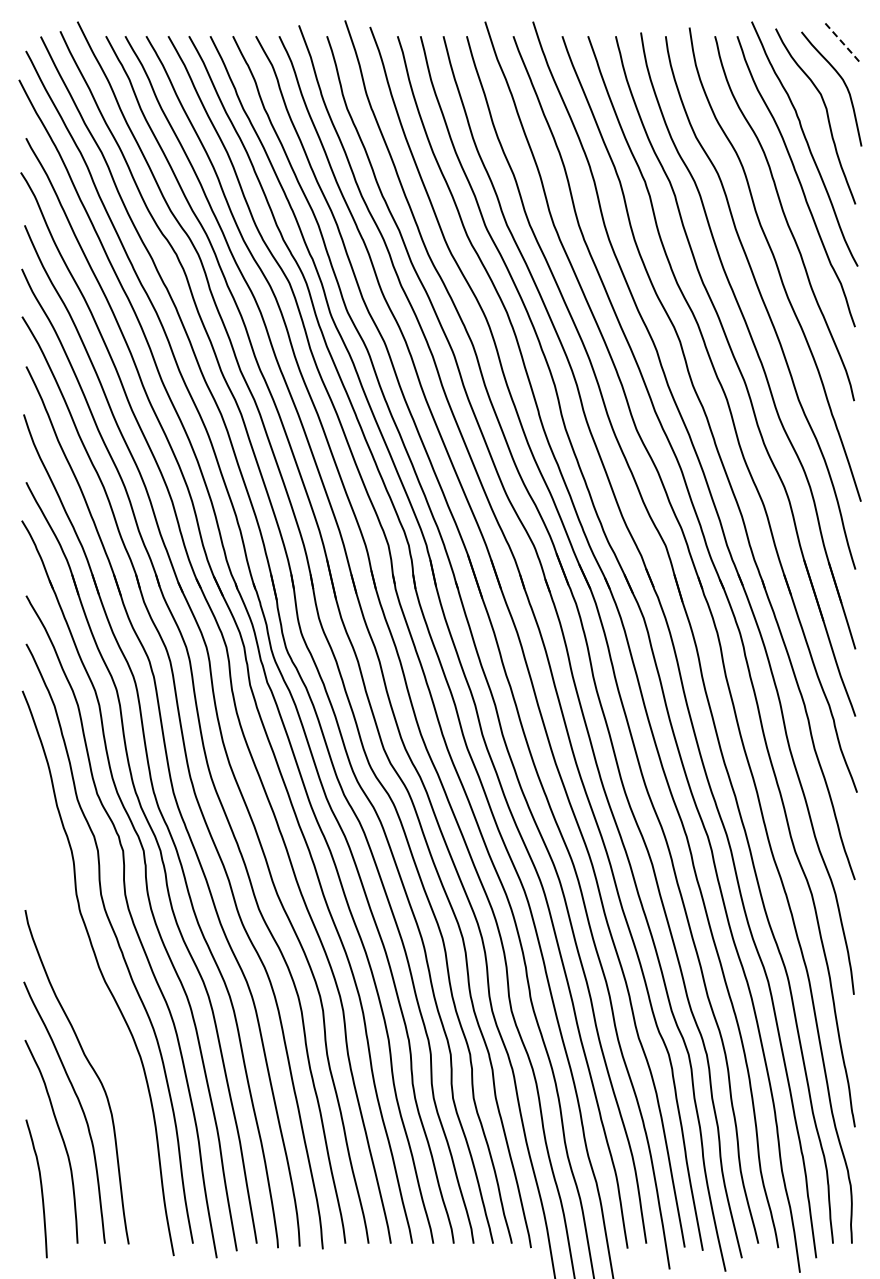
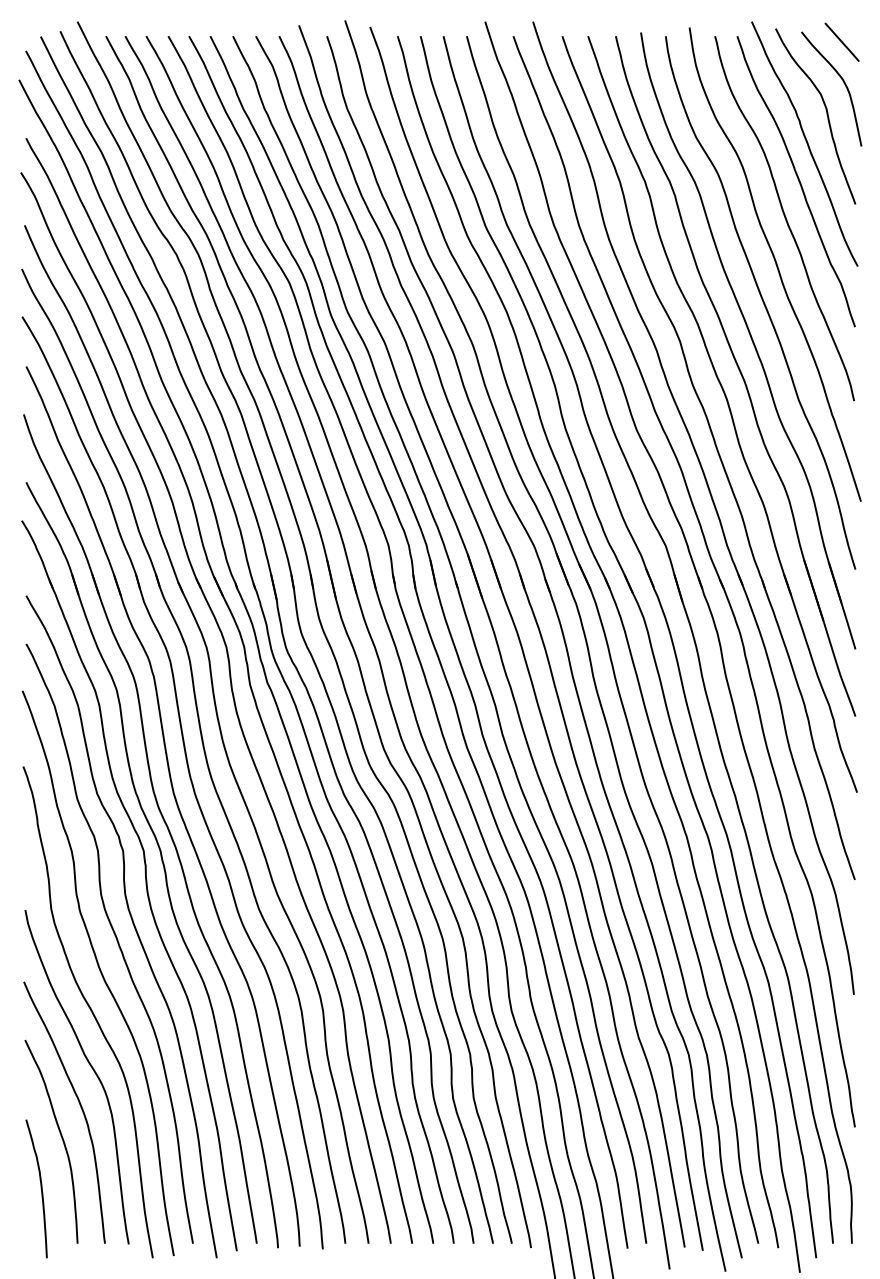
line at (842, 42): dashed -> solid
curve at (89, 1009): none -> present
